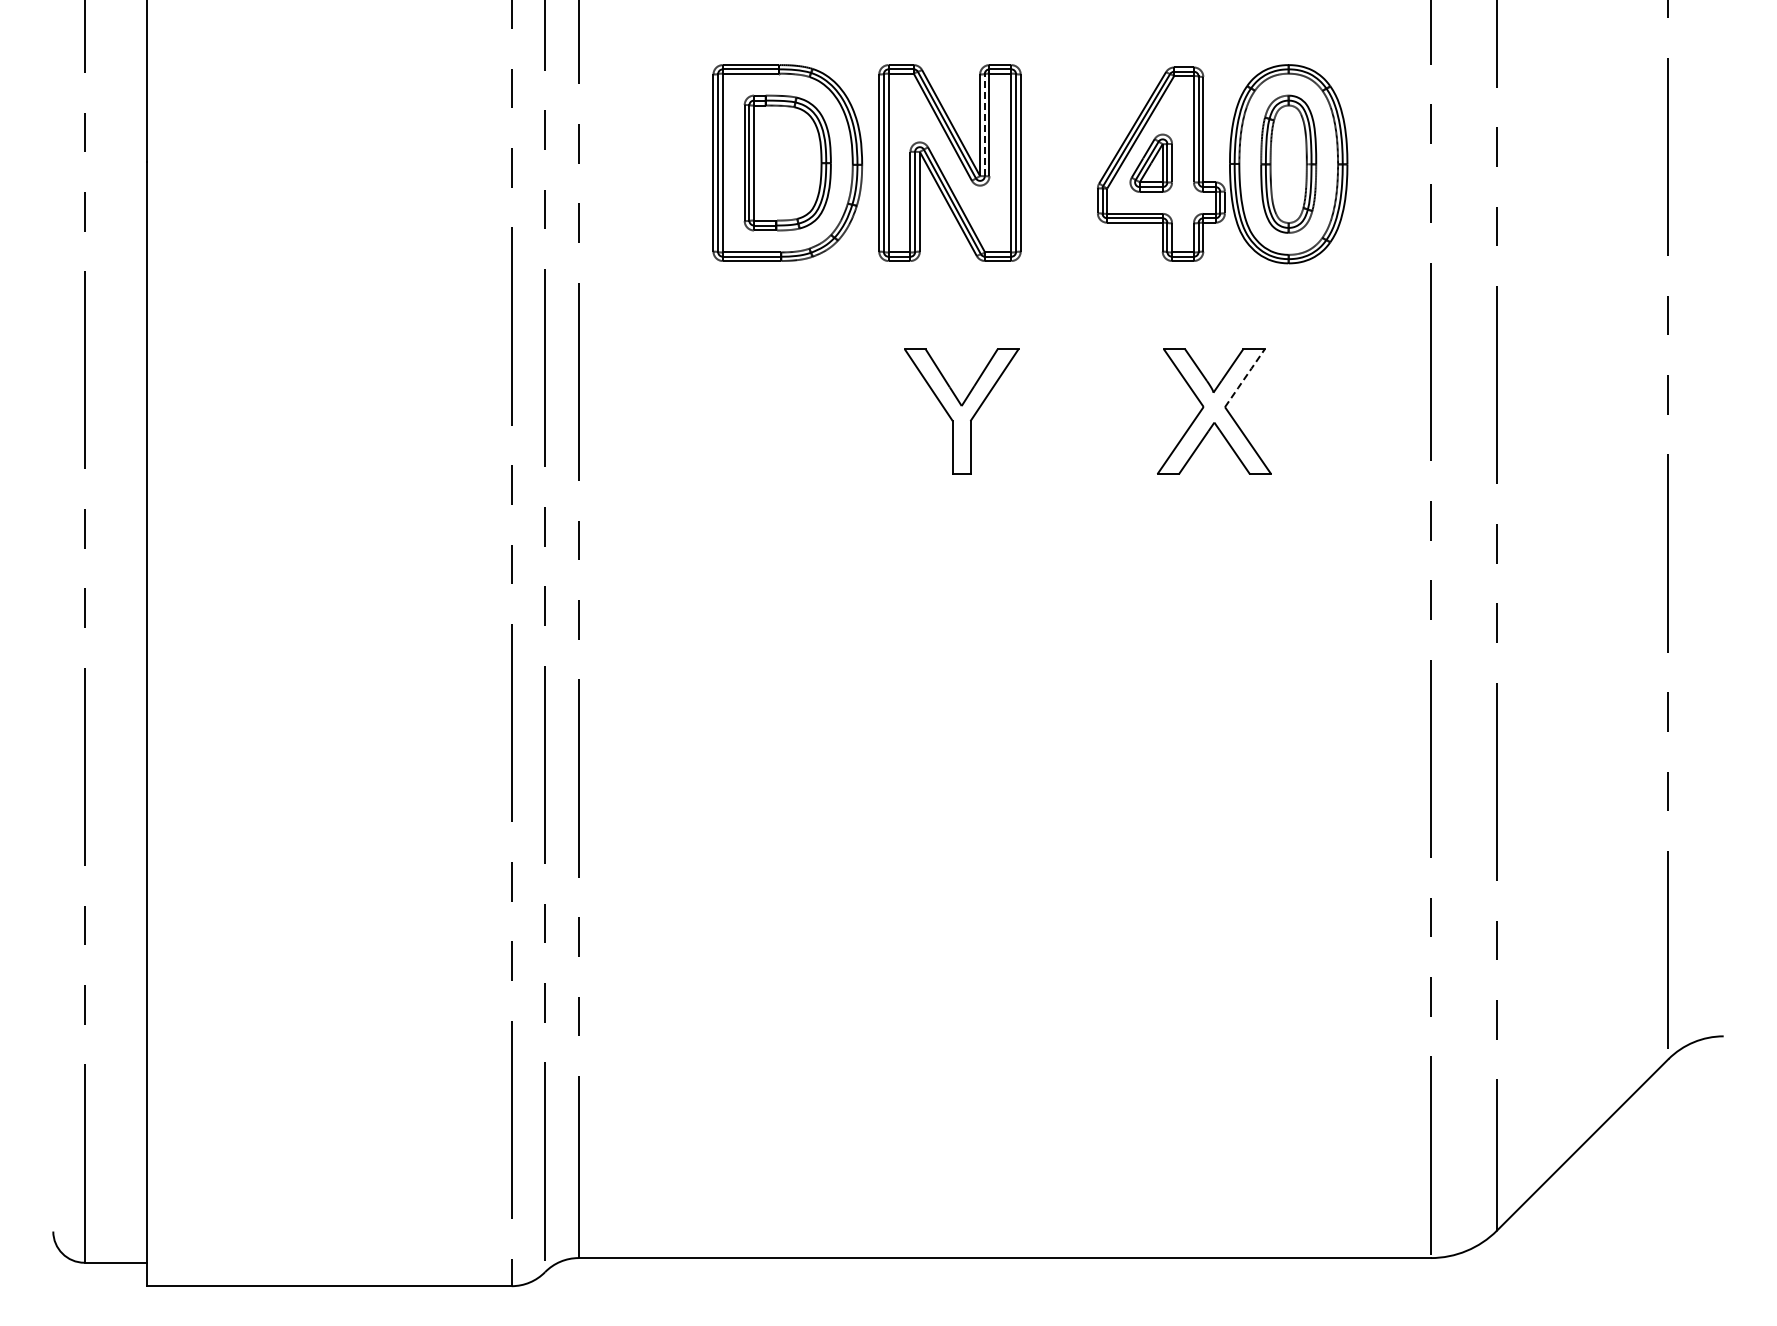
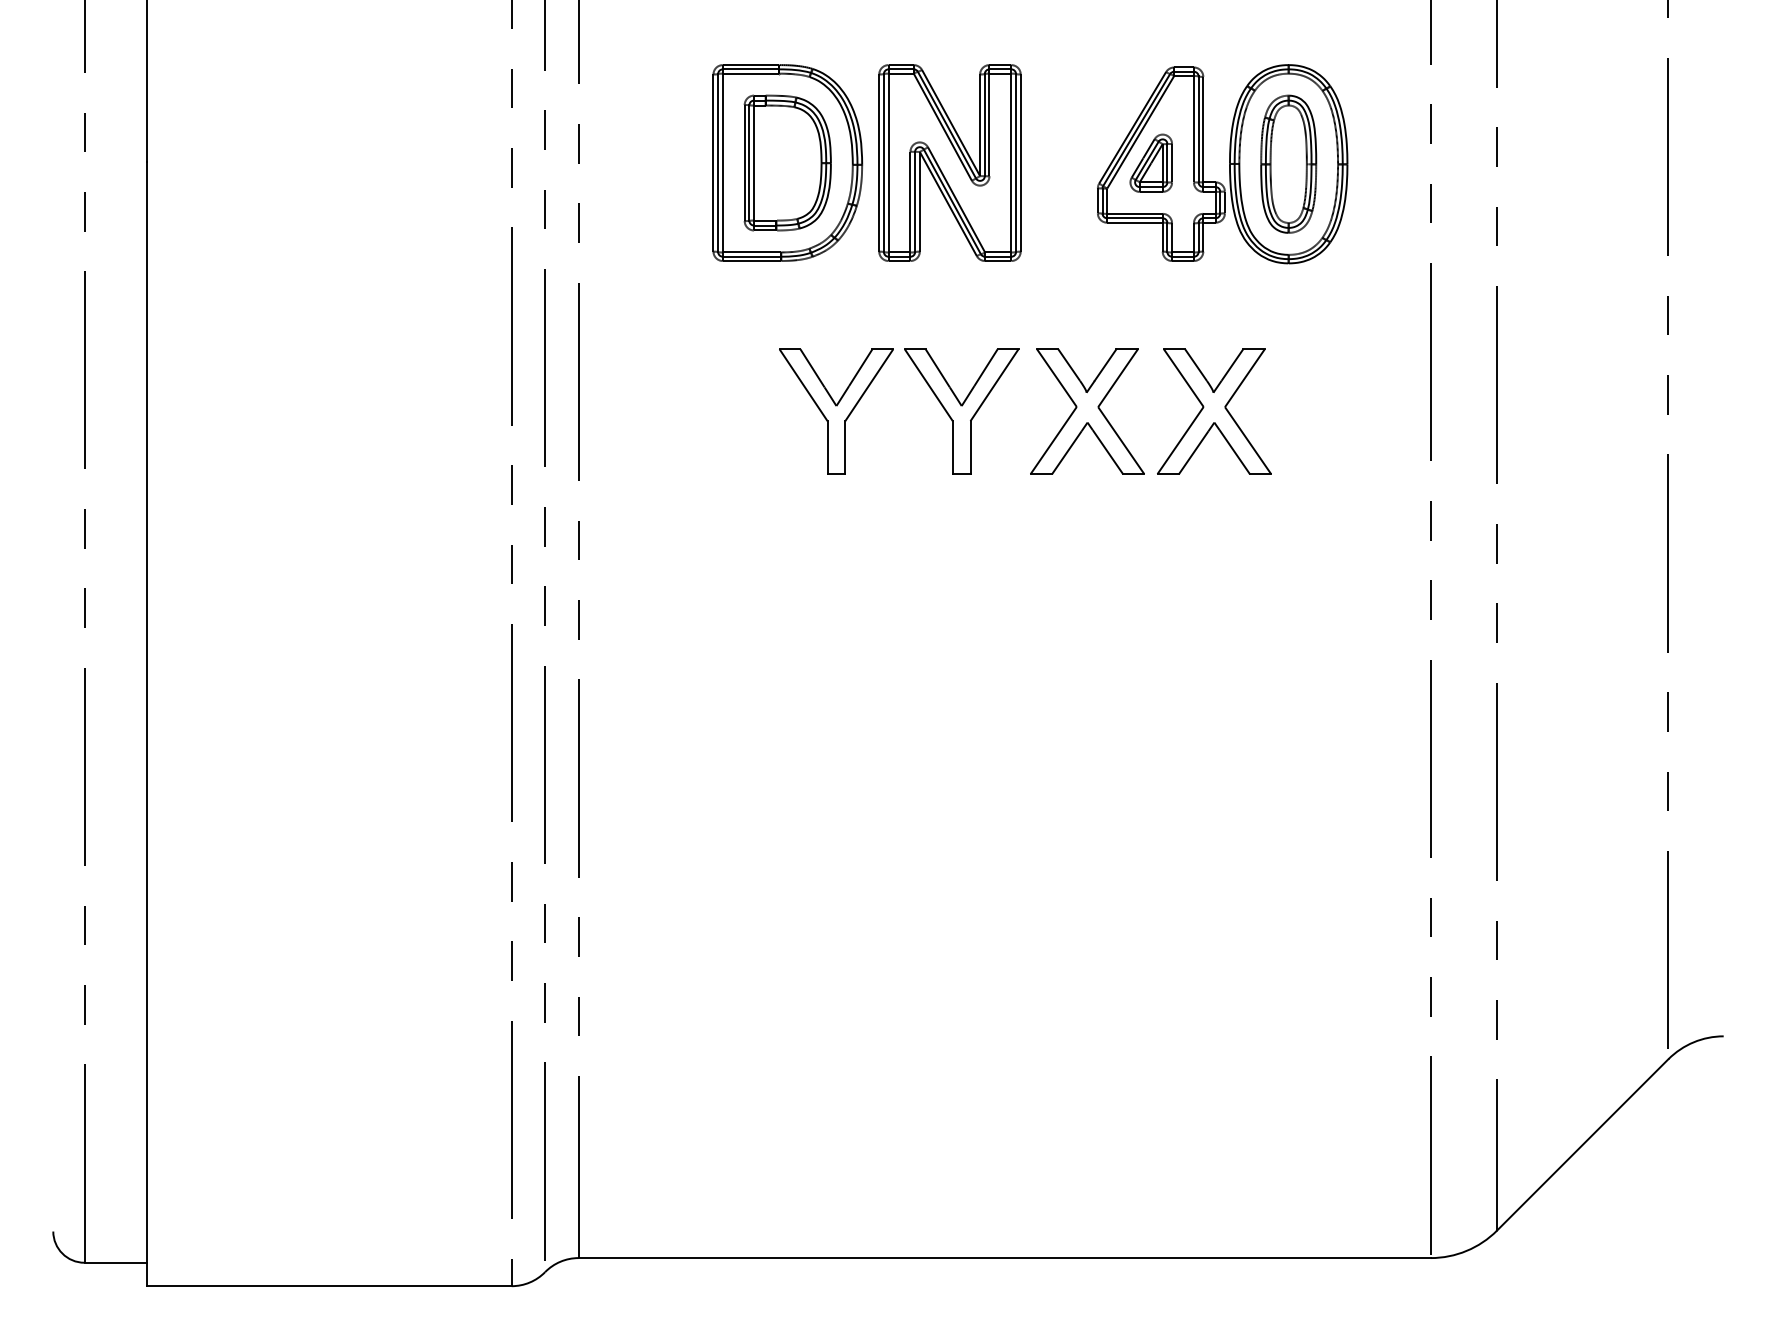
line at (984, 124): dashed -> solid
line at (1244, 378): dashed -> solid
part at (836, 411): none -> present
part at (1087, 411): none -> present
